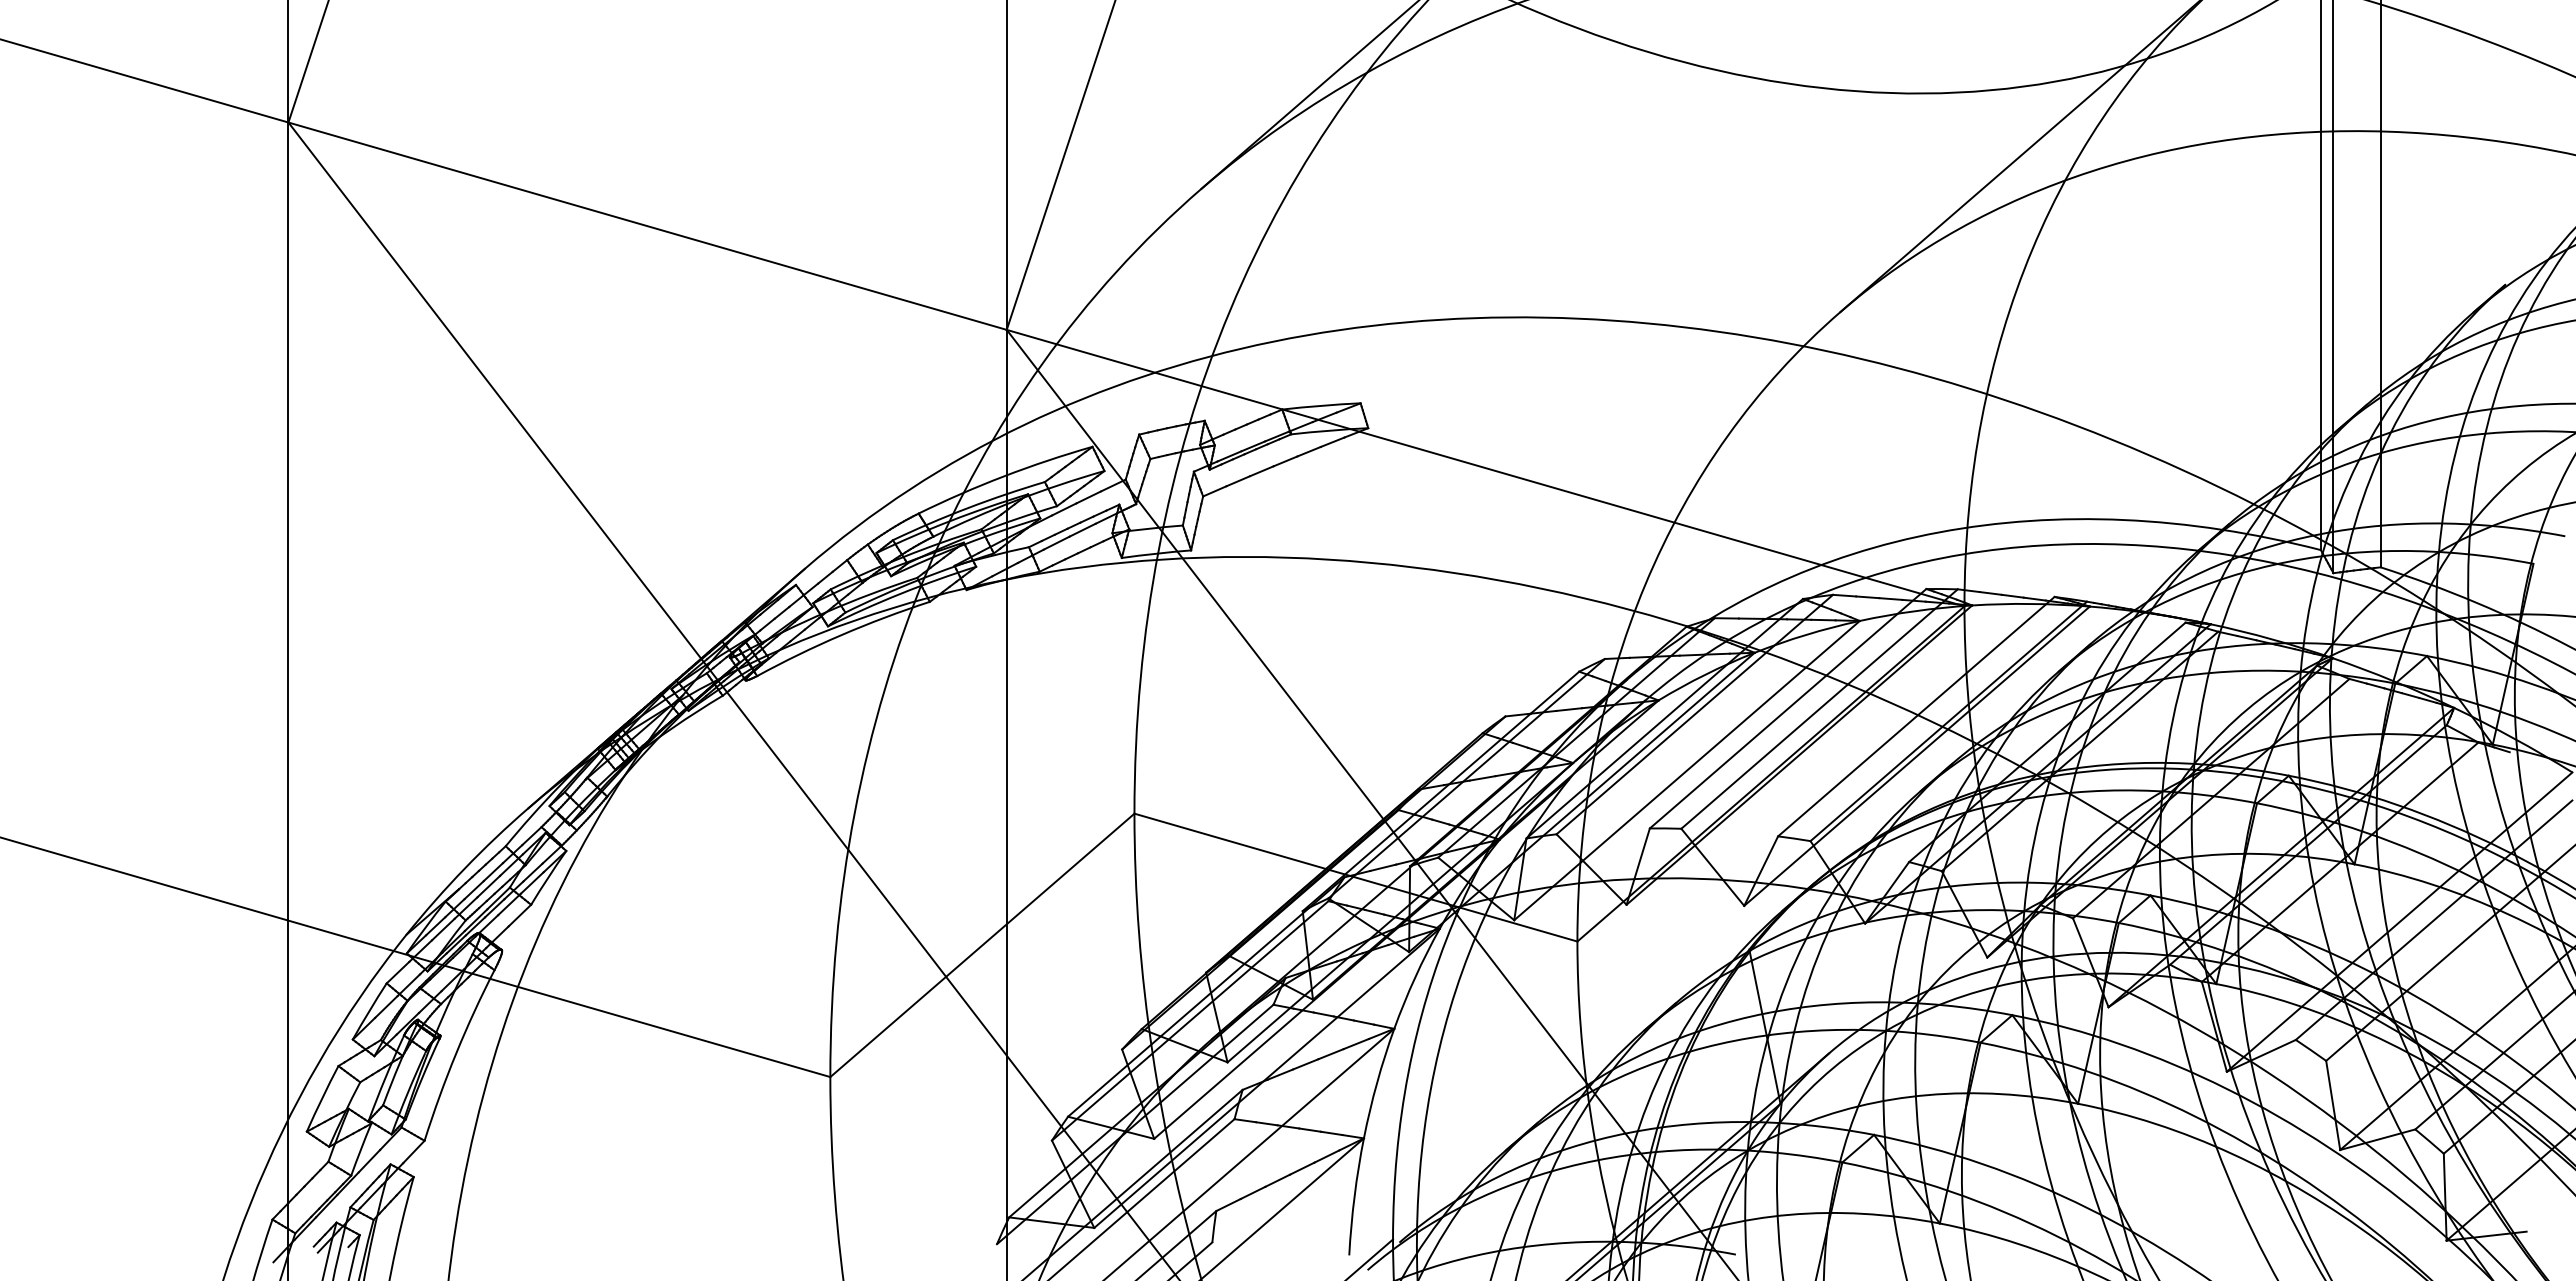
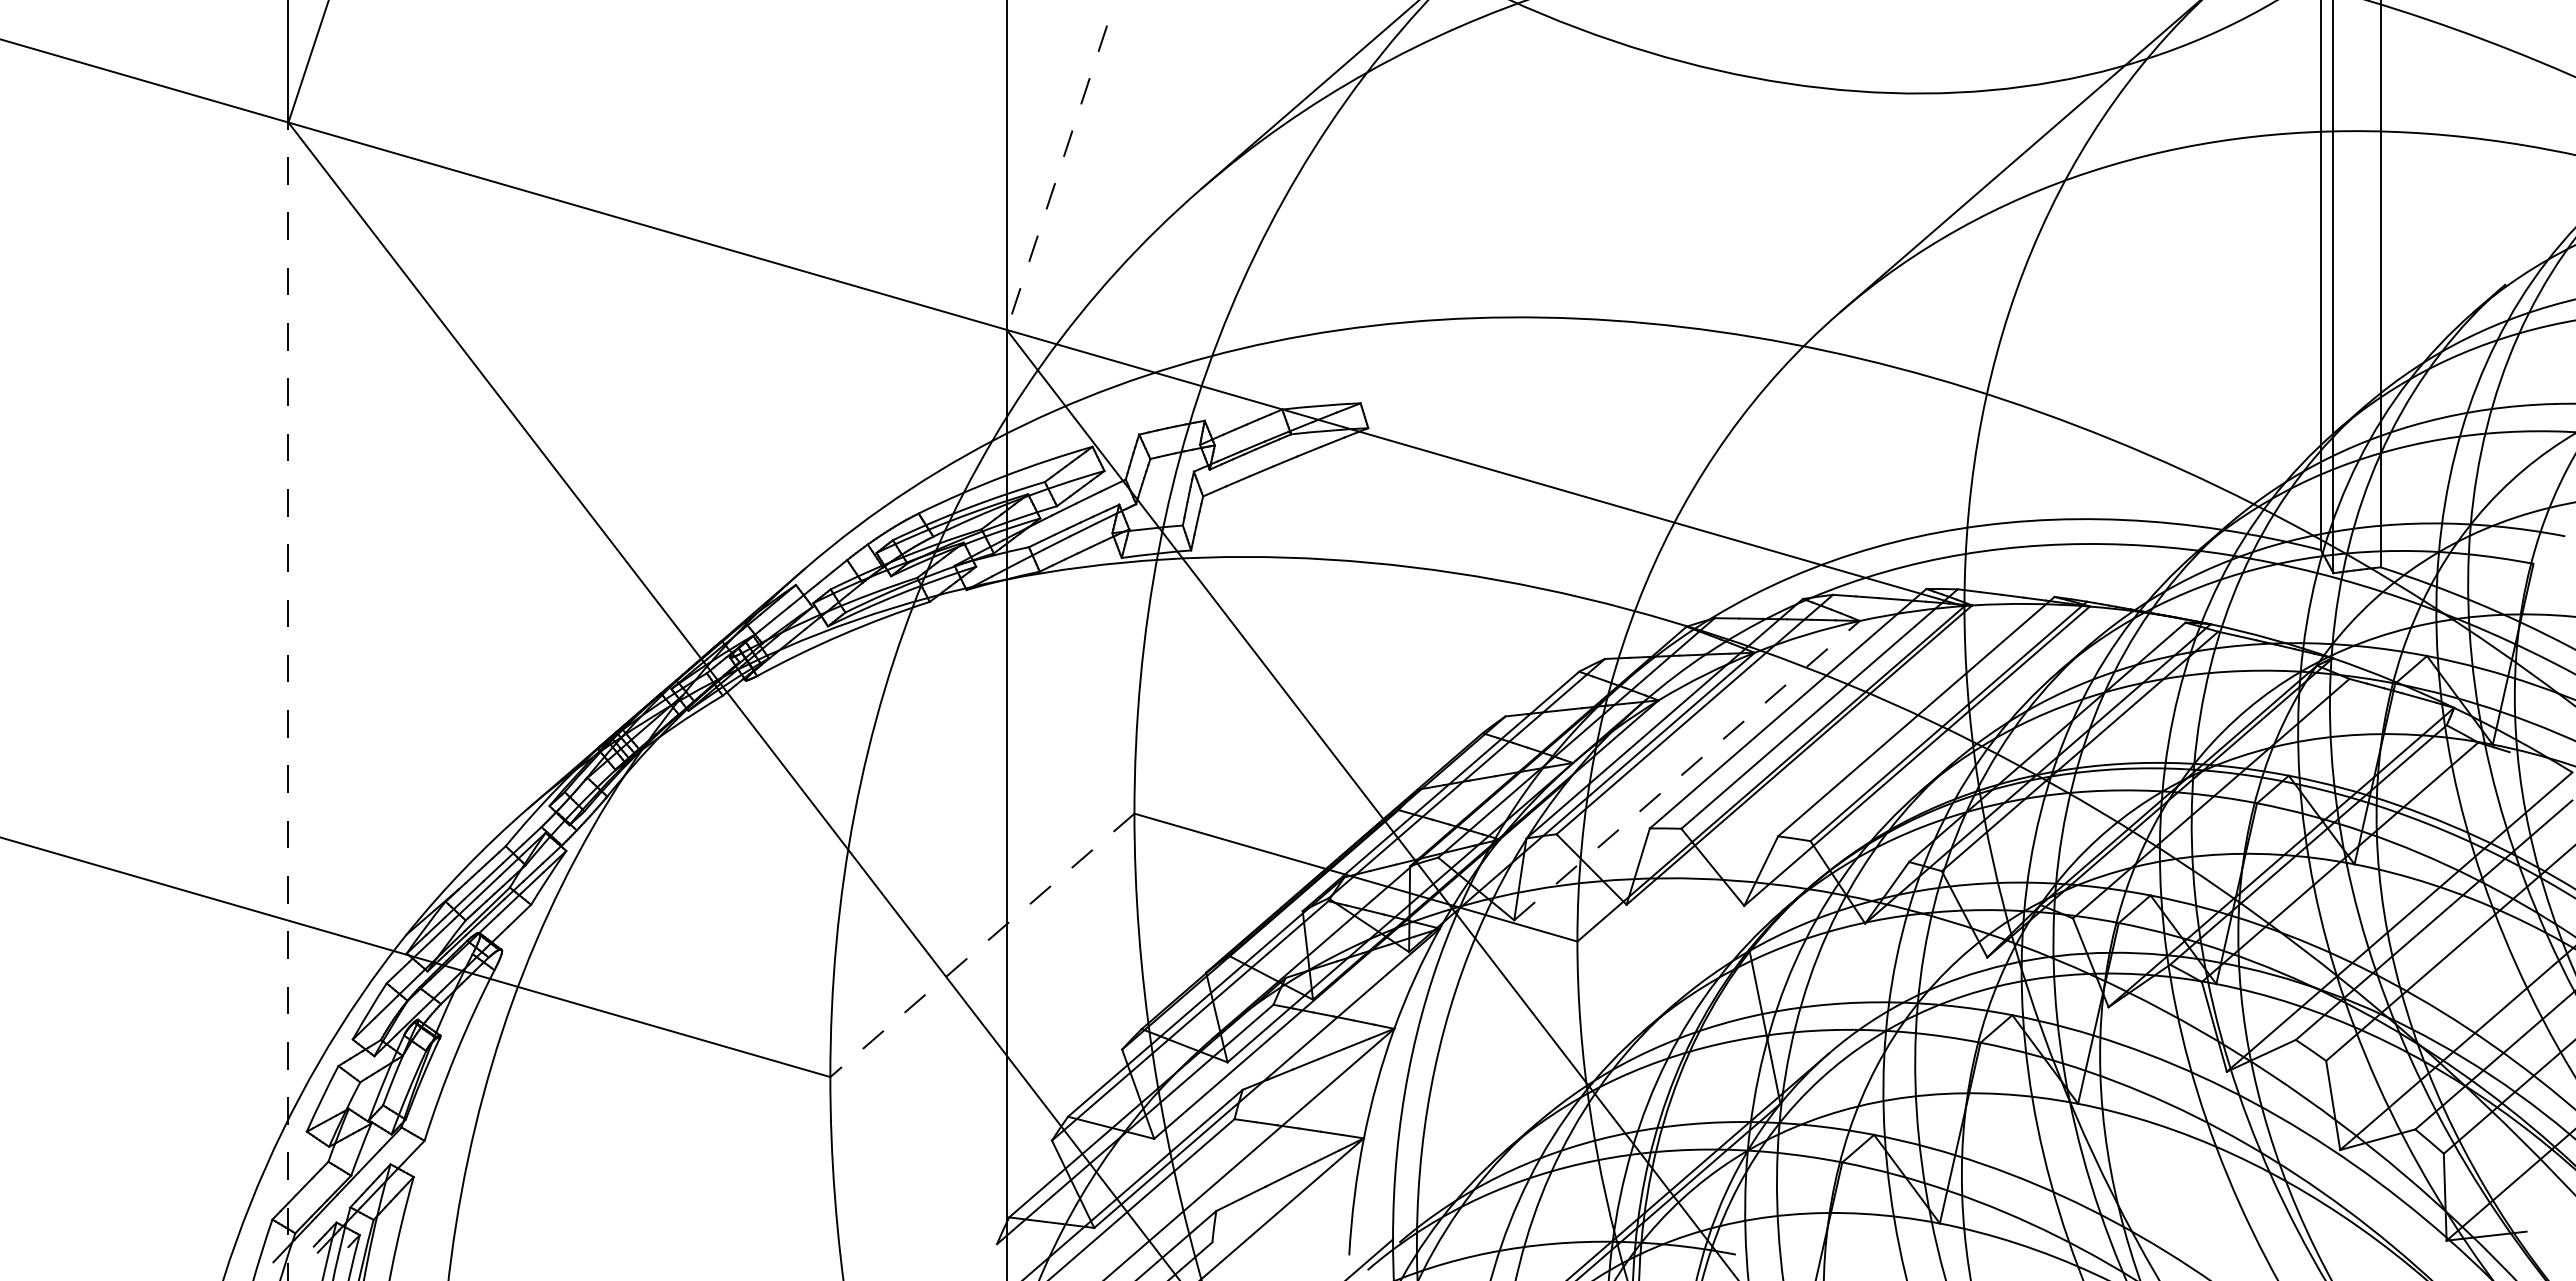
line at (1060, 165): solid -> dashed
line at (288, 701): solid -> dashed
line at (1687, 770): solid -> dashed
line at (982, 945): solid -> dashed
